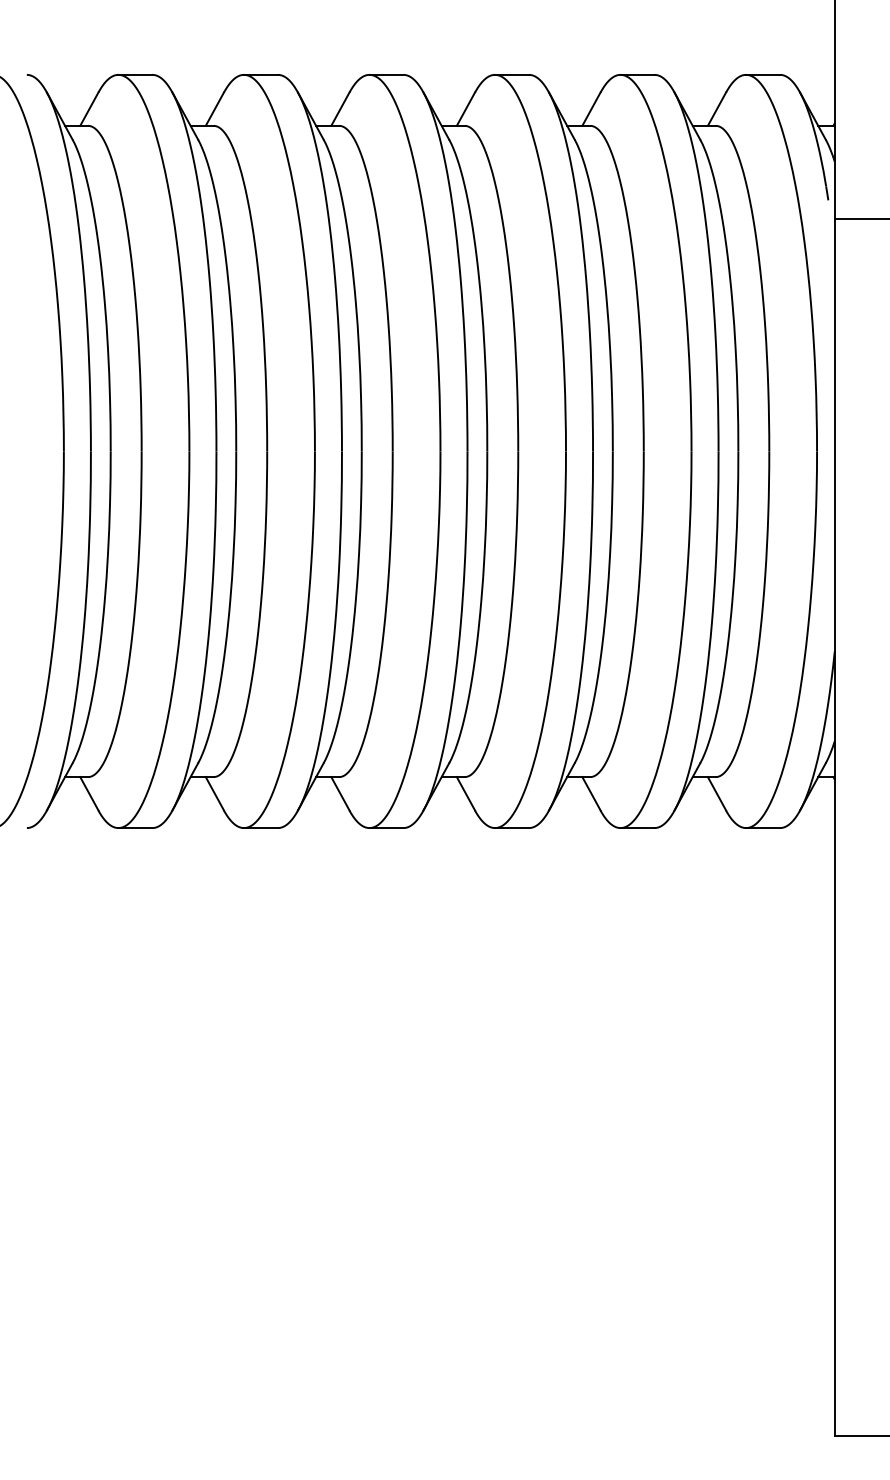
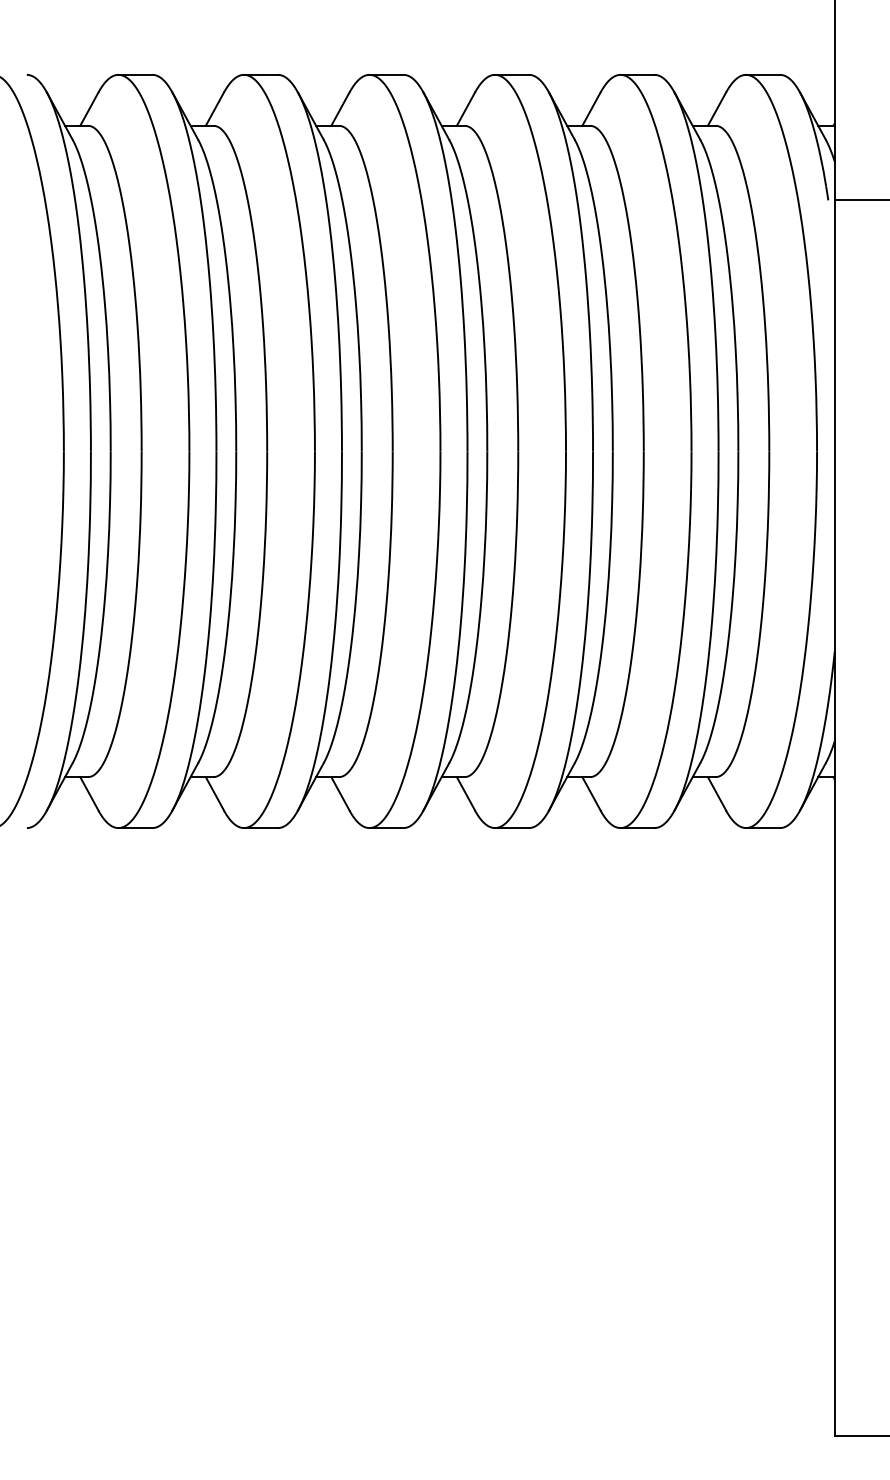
line at (860, 219) position: (860, 219) -> (860, 200)
